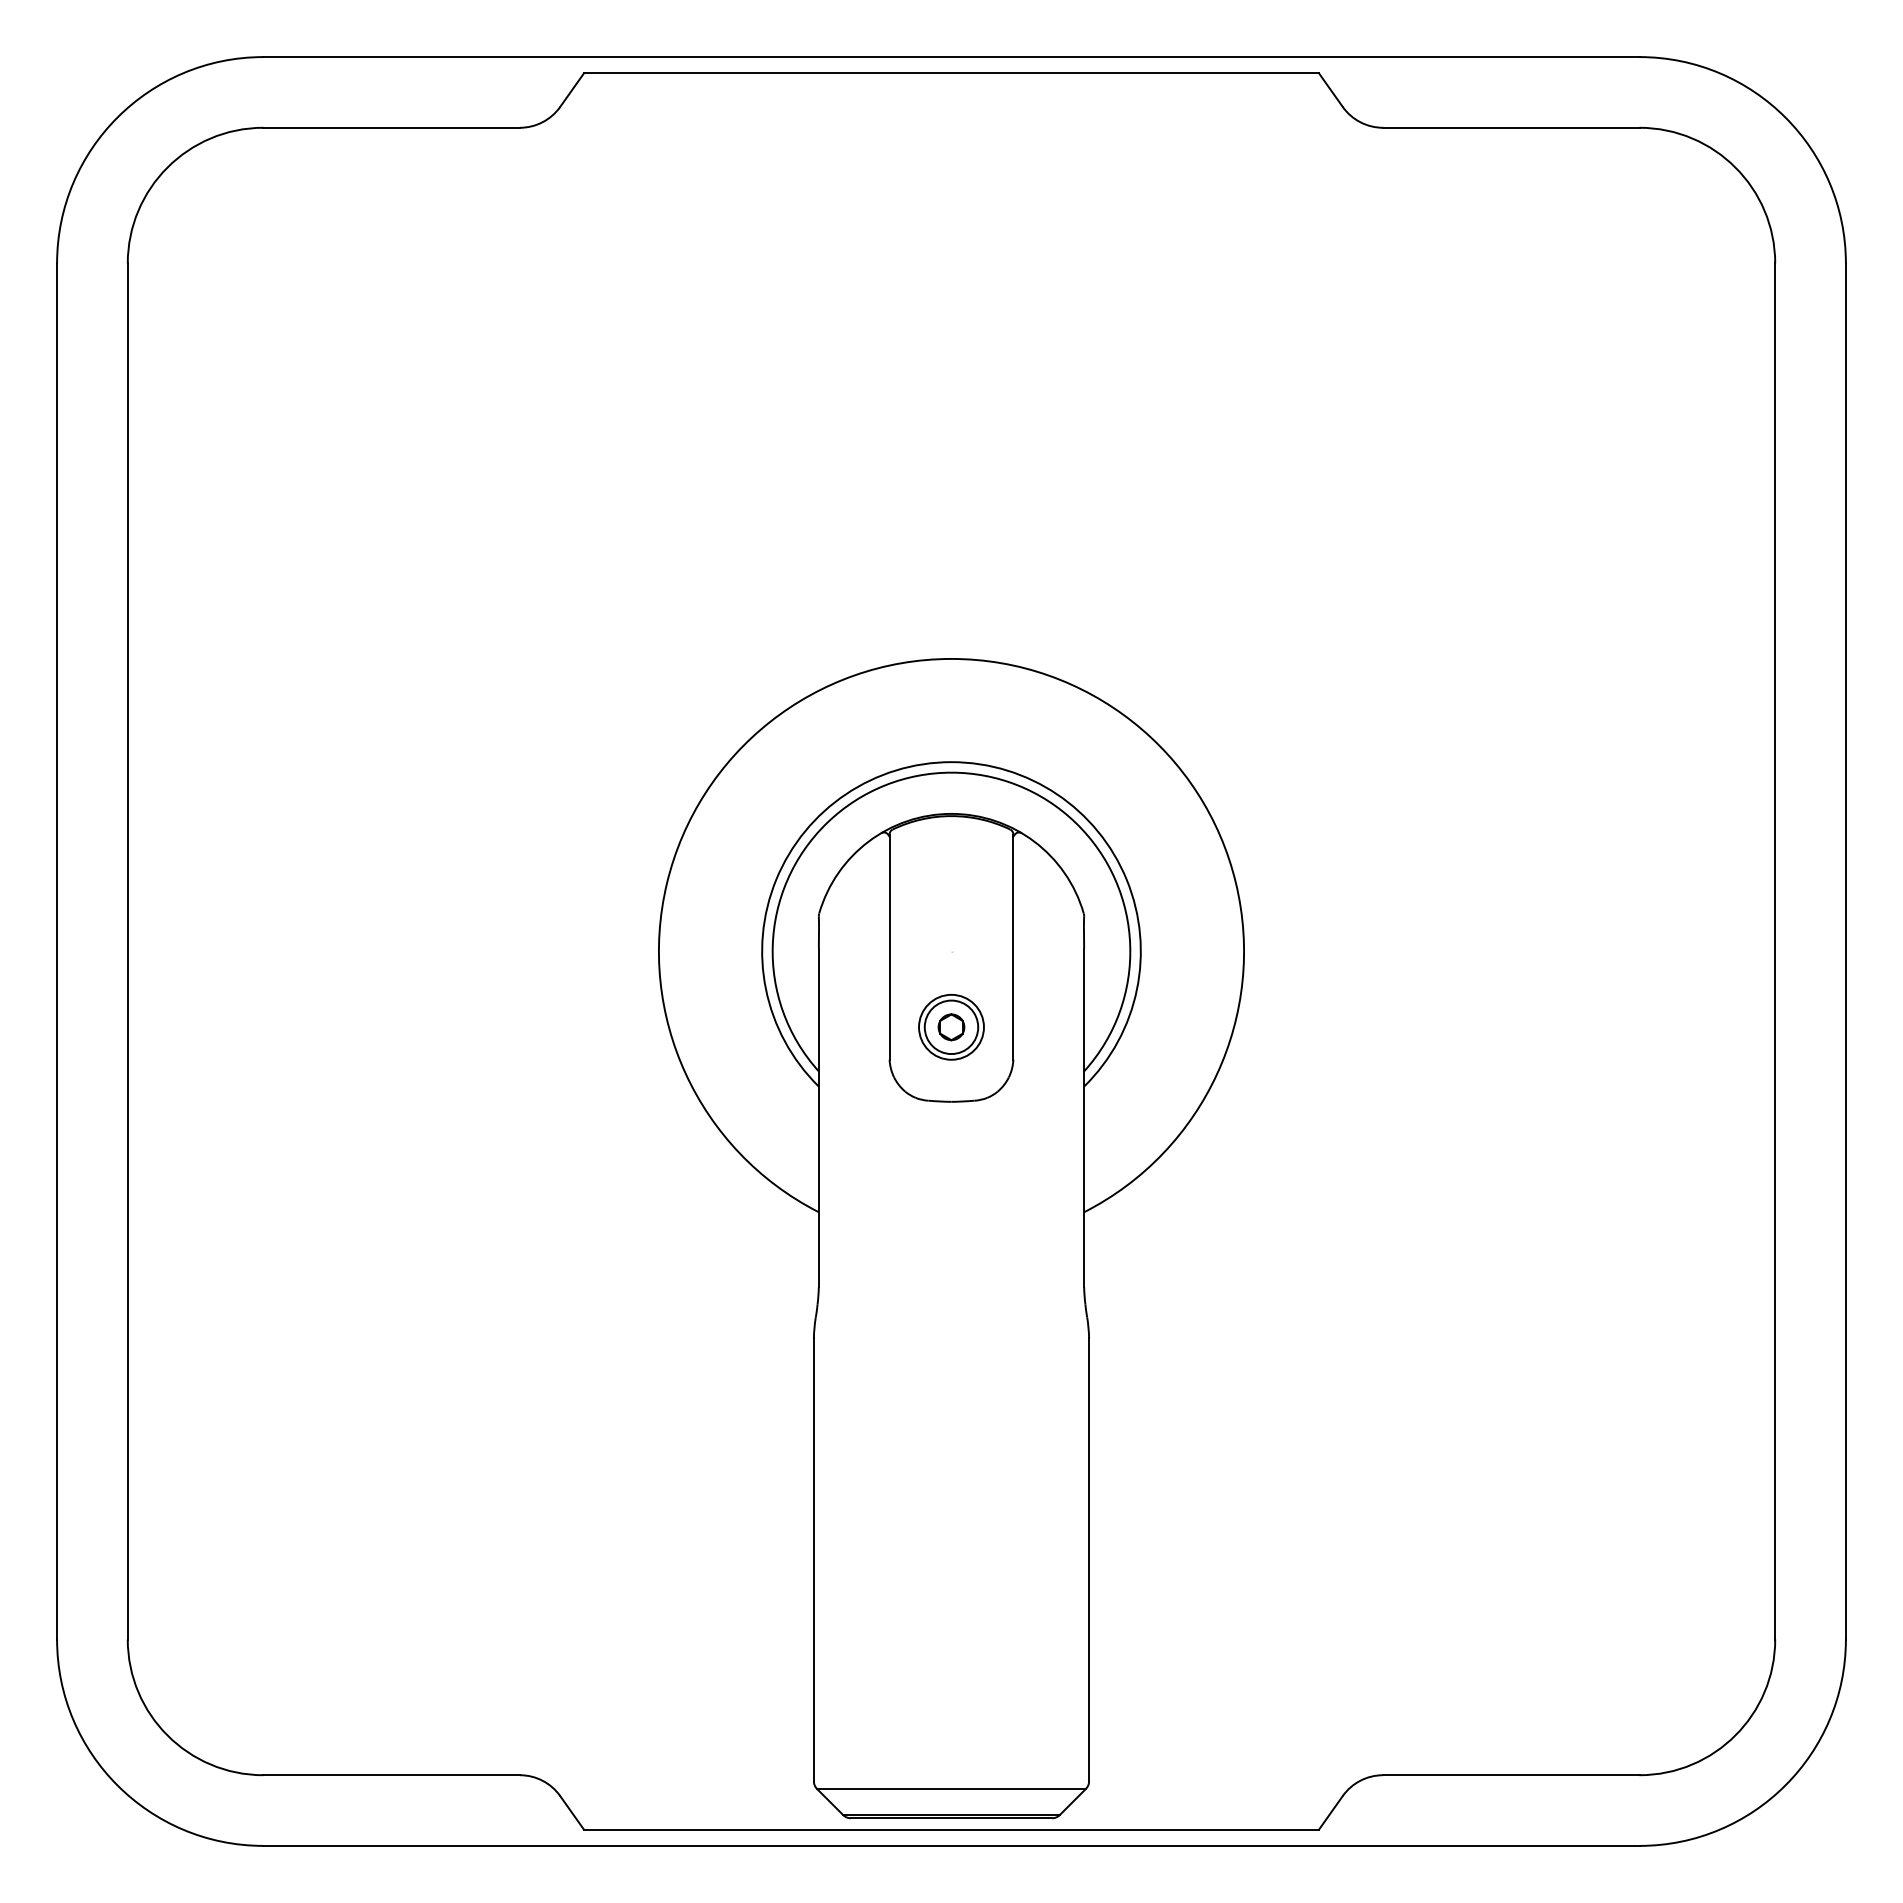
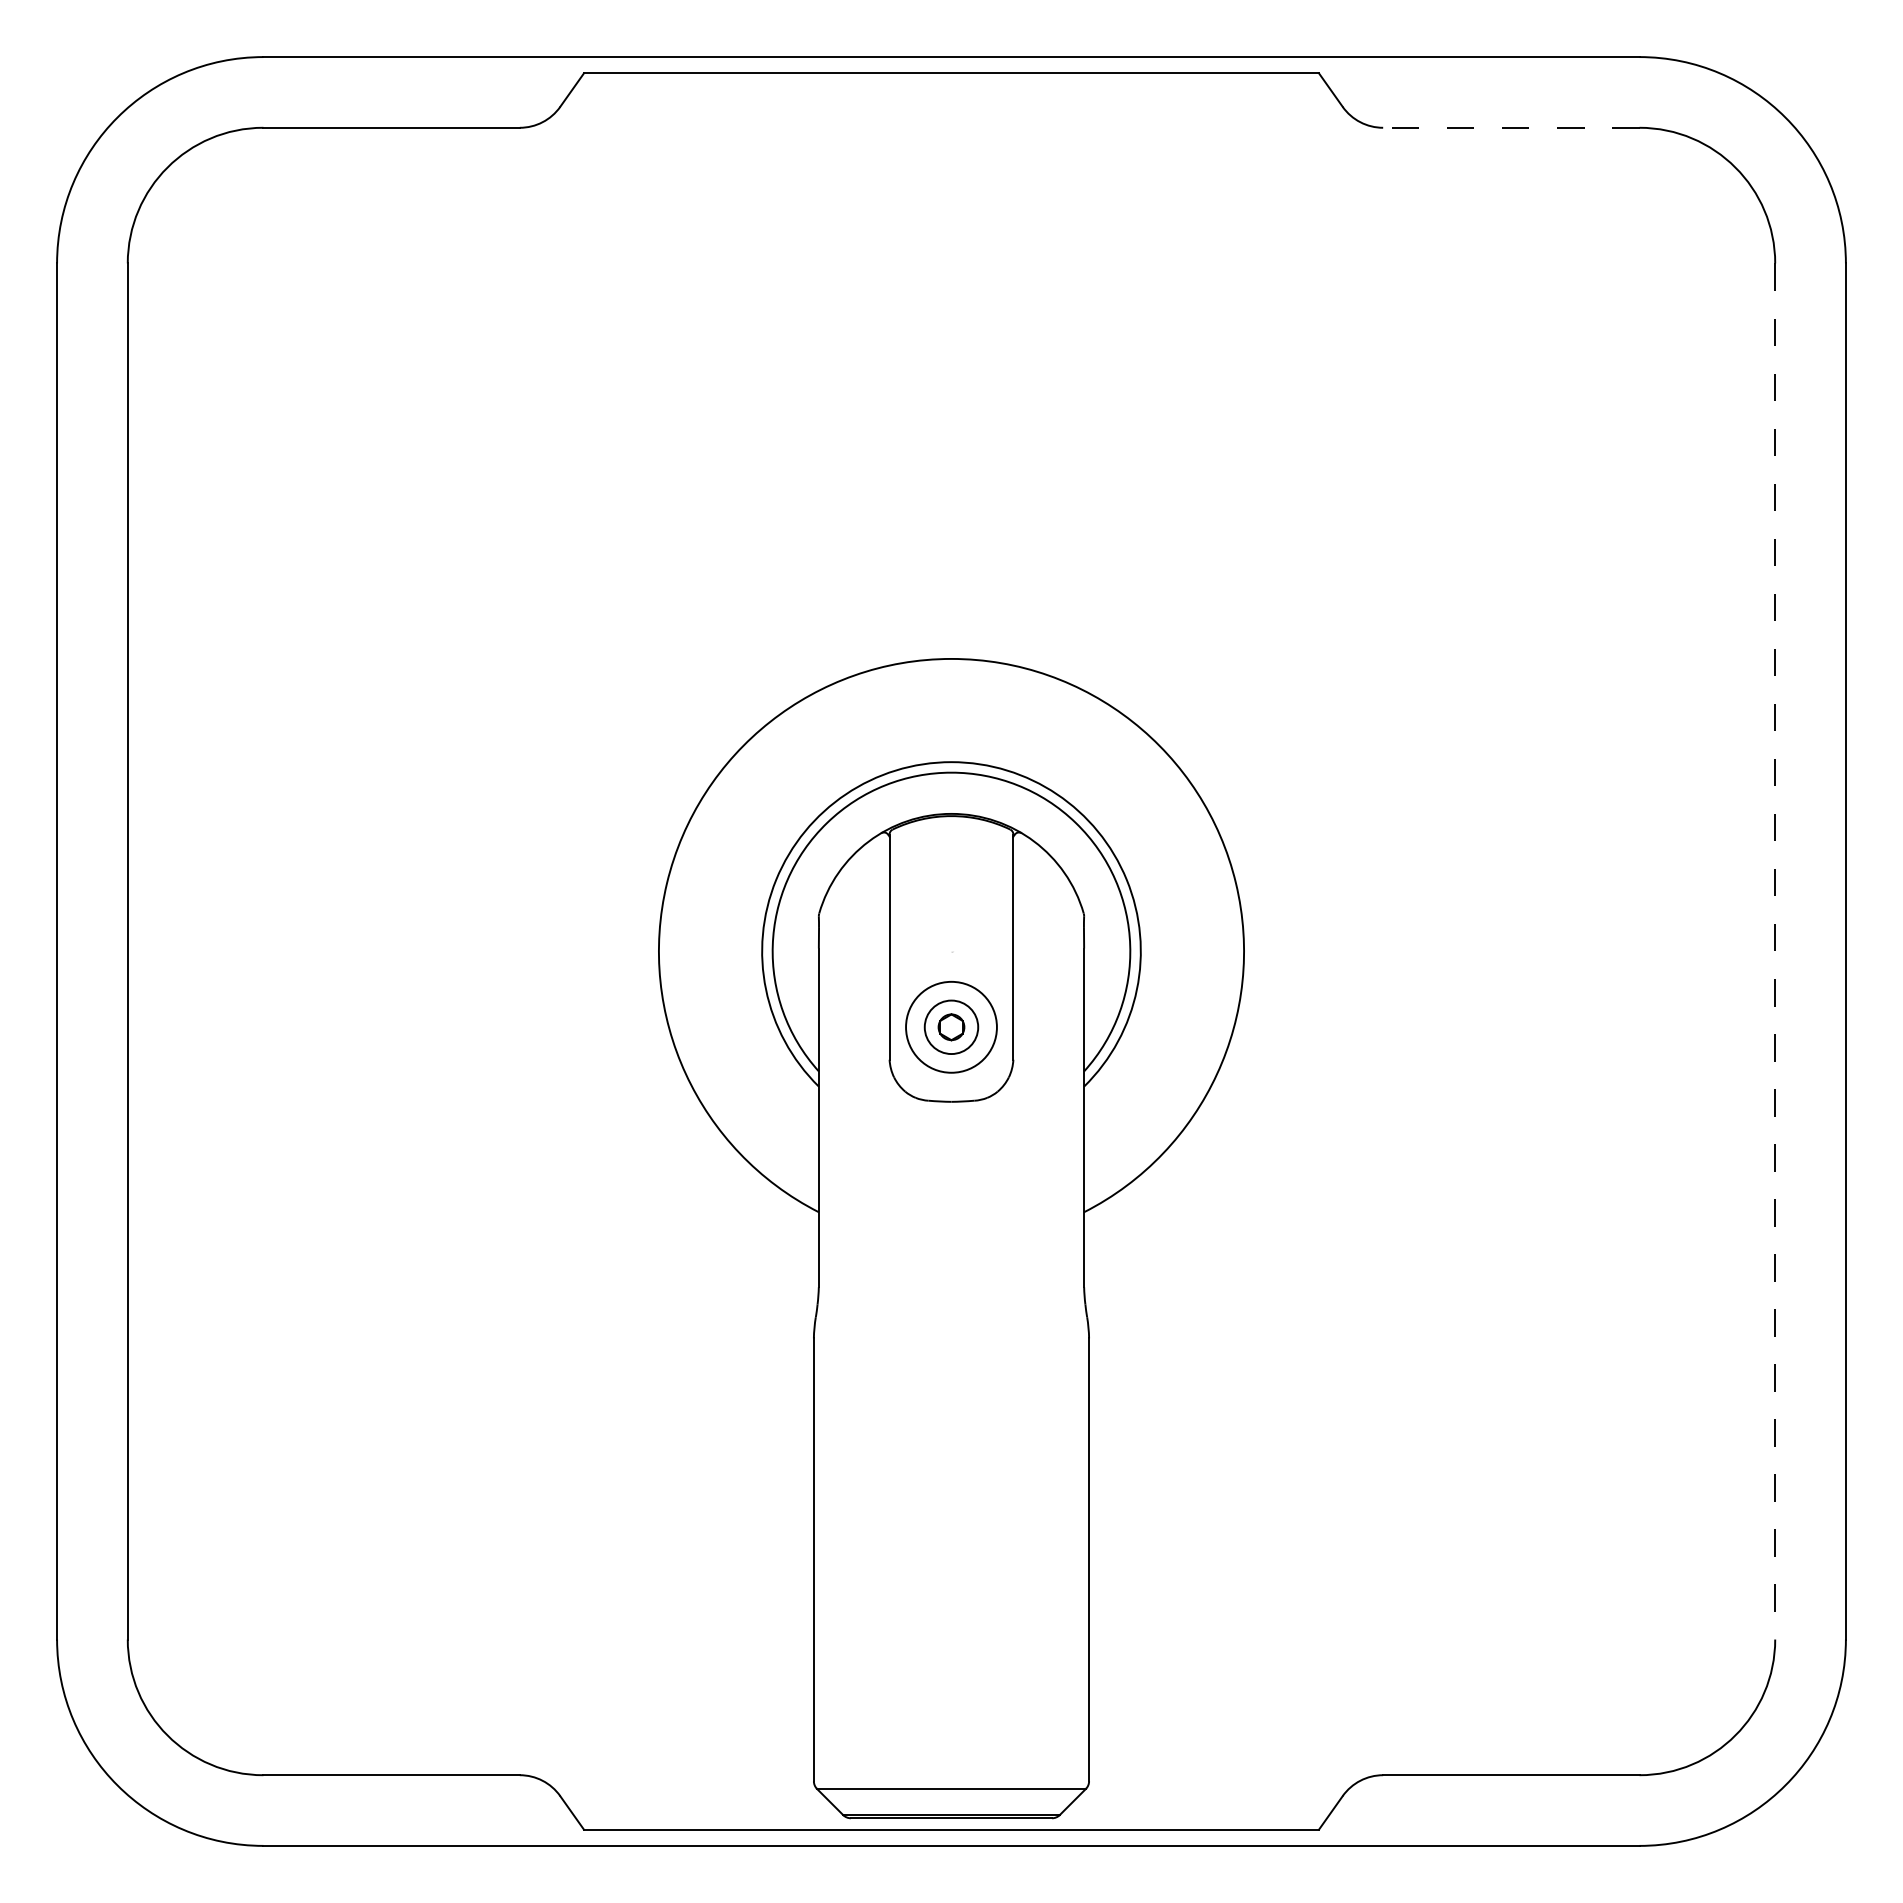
line at (1510, 127): solid -> dashed
line at (1775, 952): solid -> dashed
circle at (951, 1026) diameter: 65 px -> 91 px
